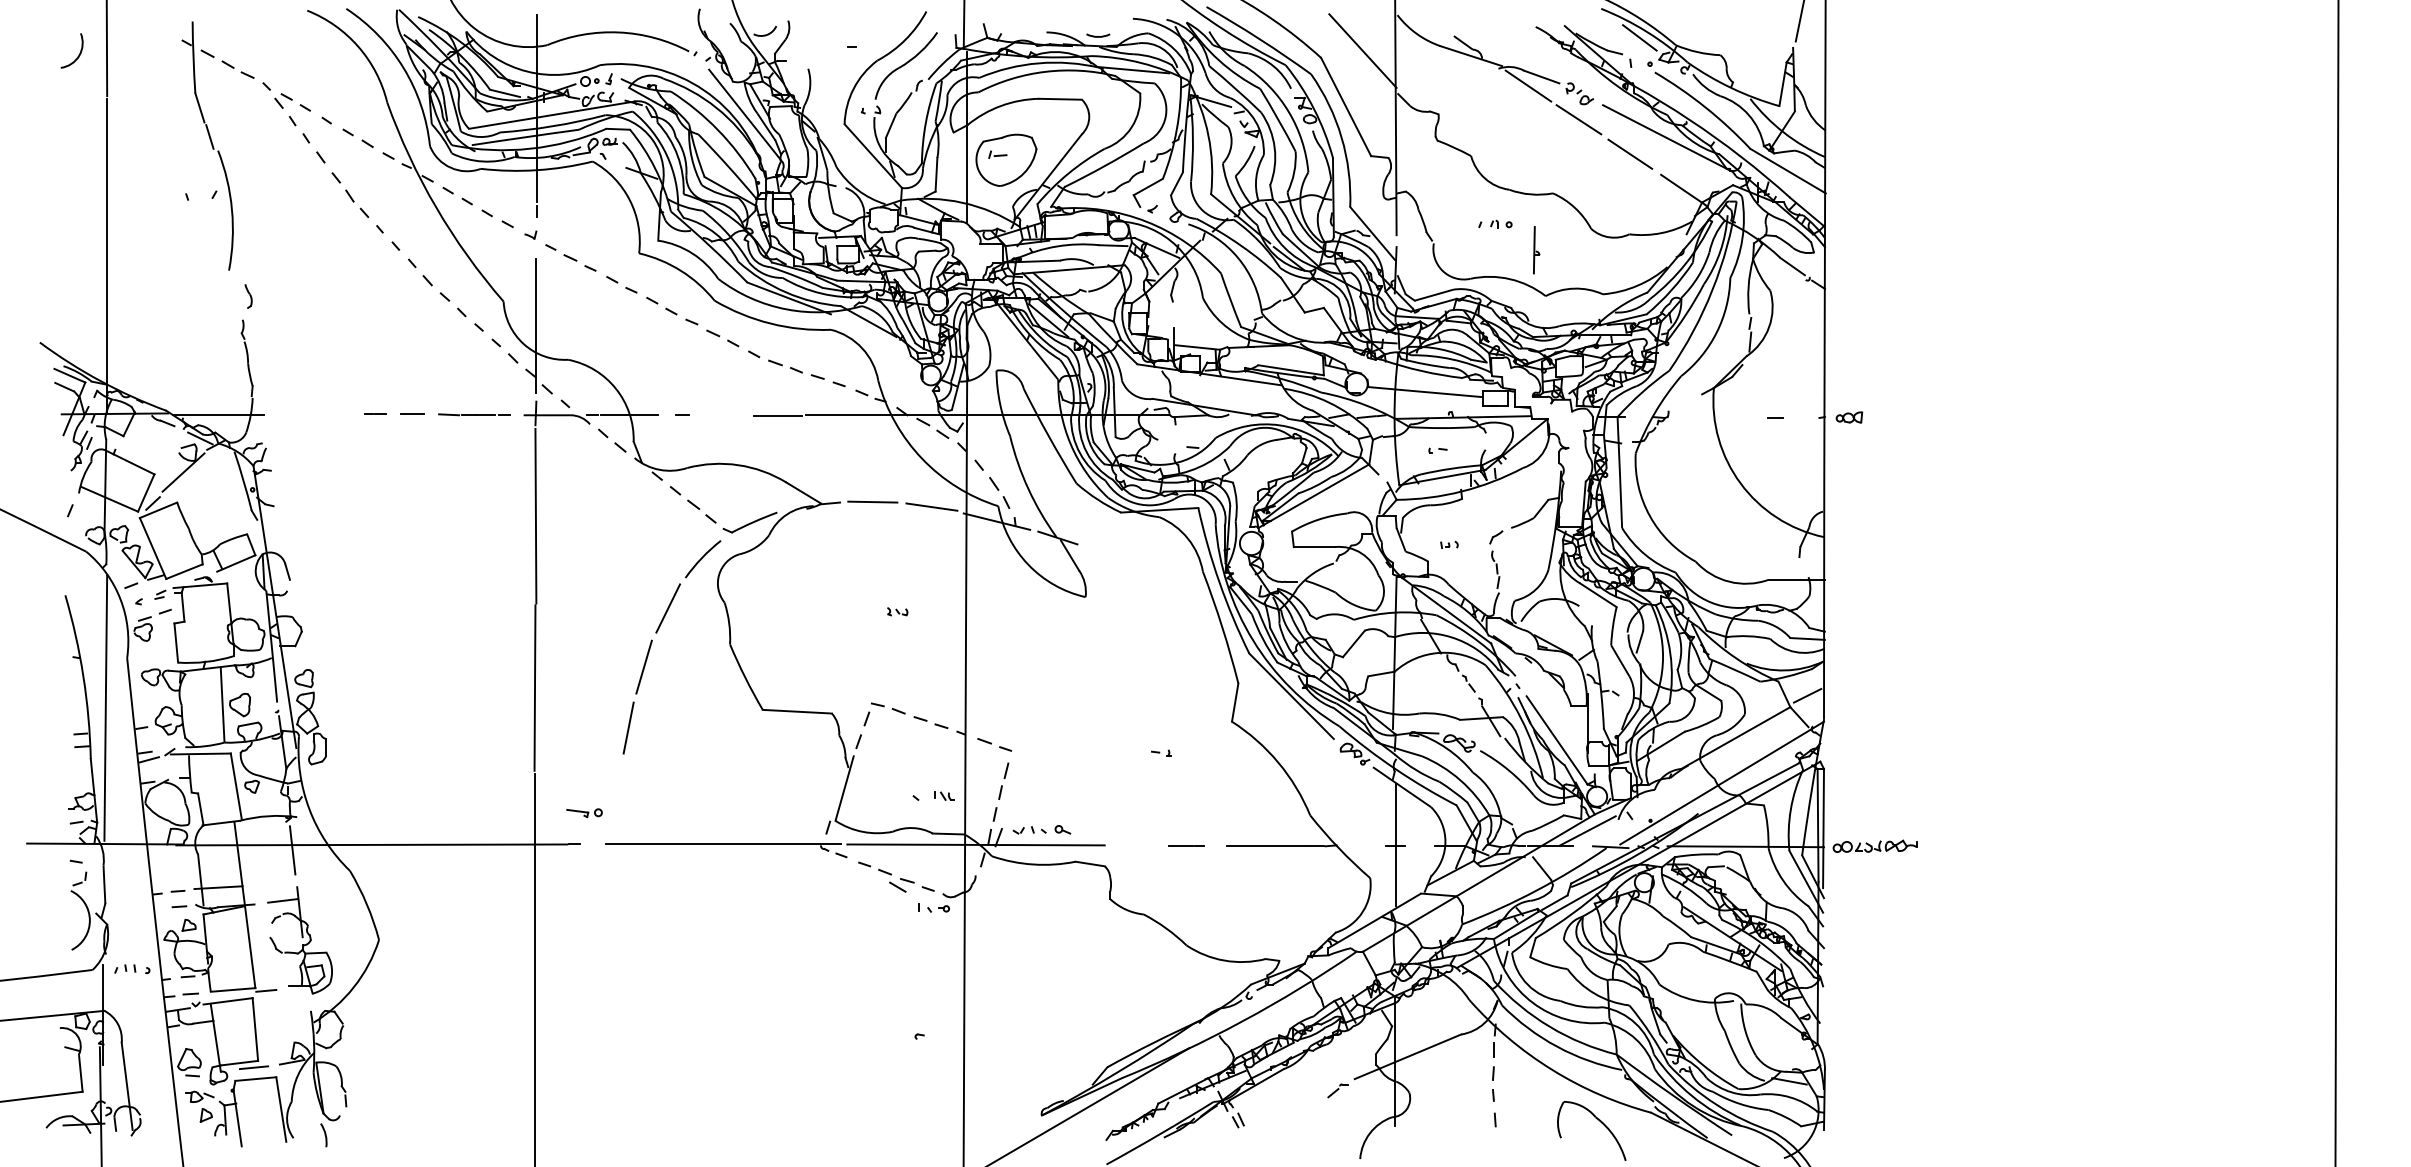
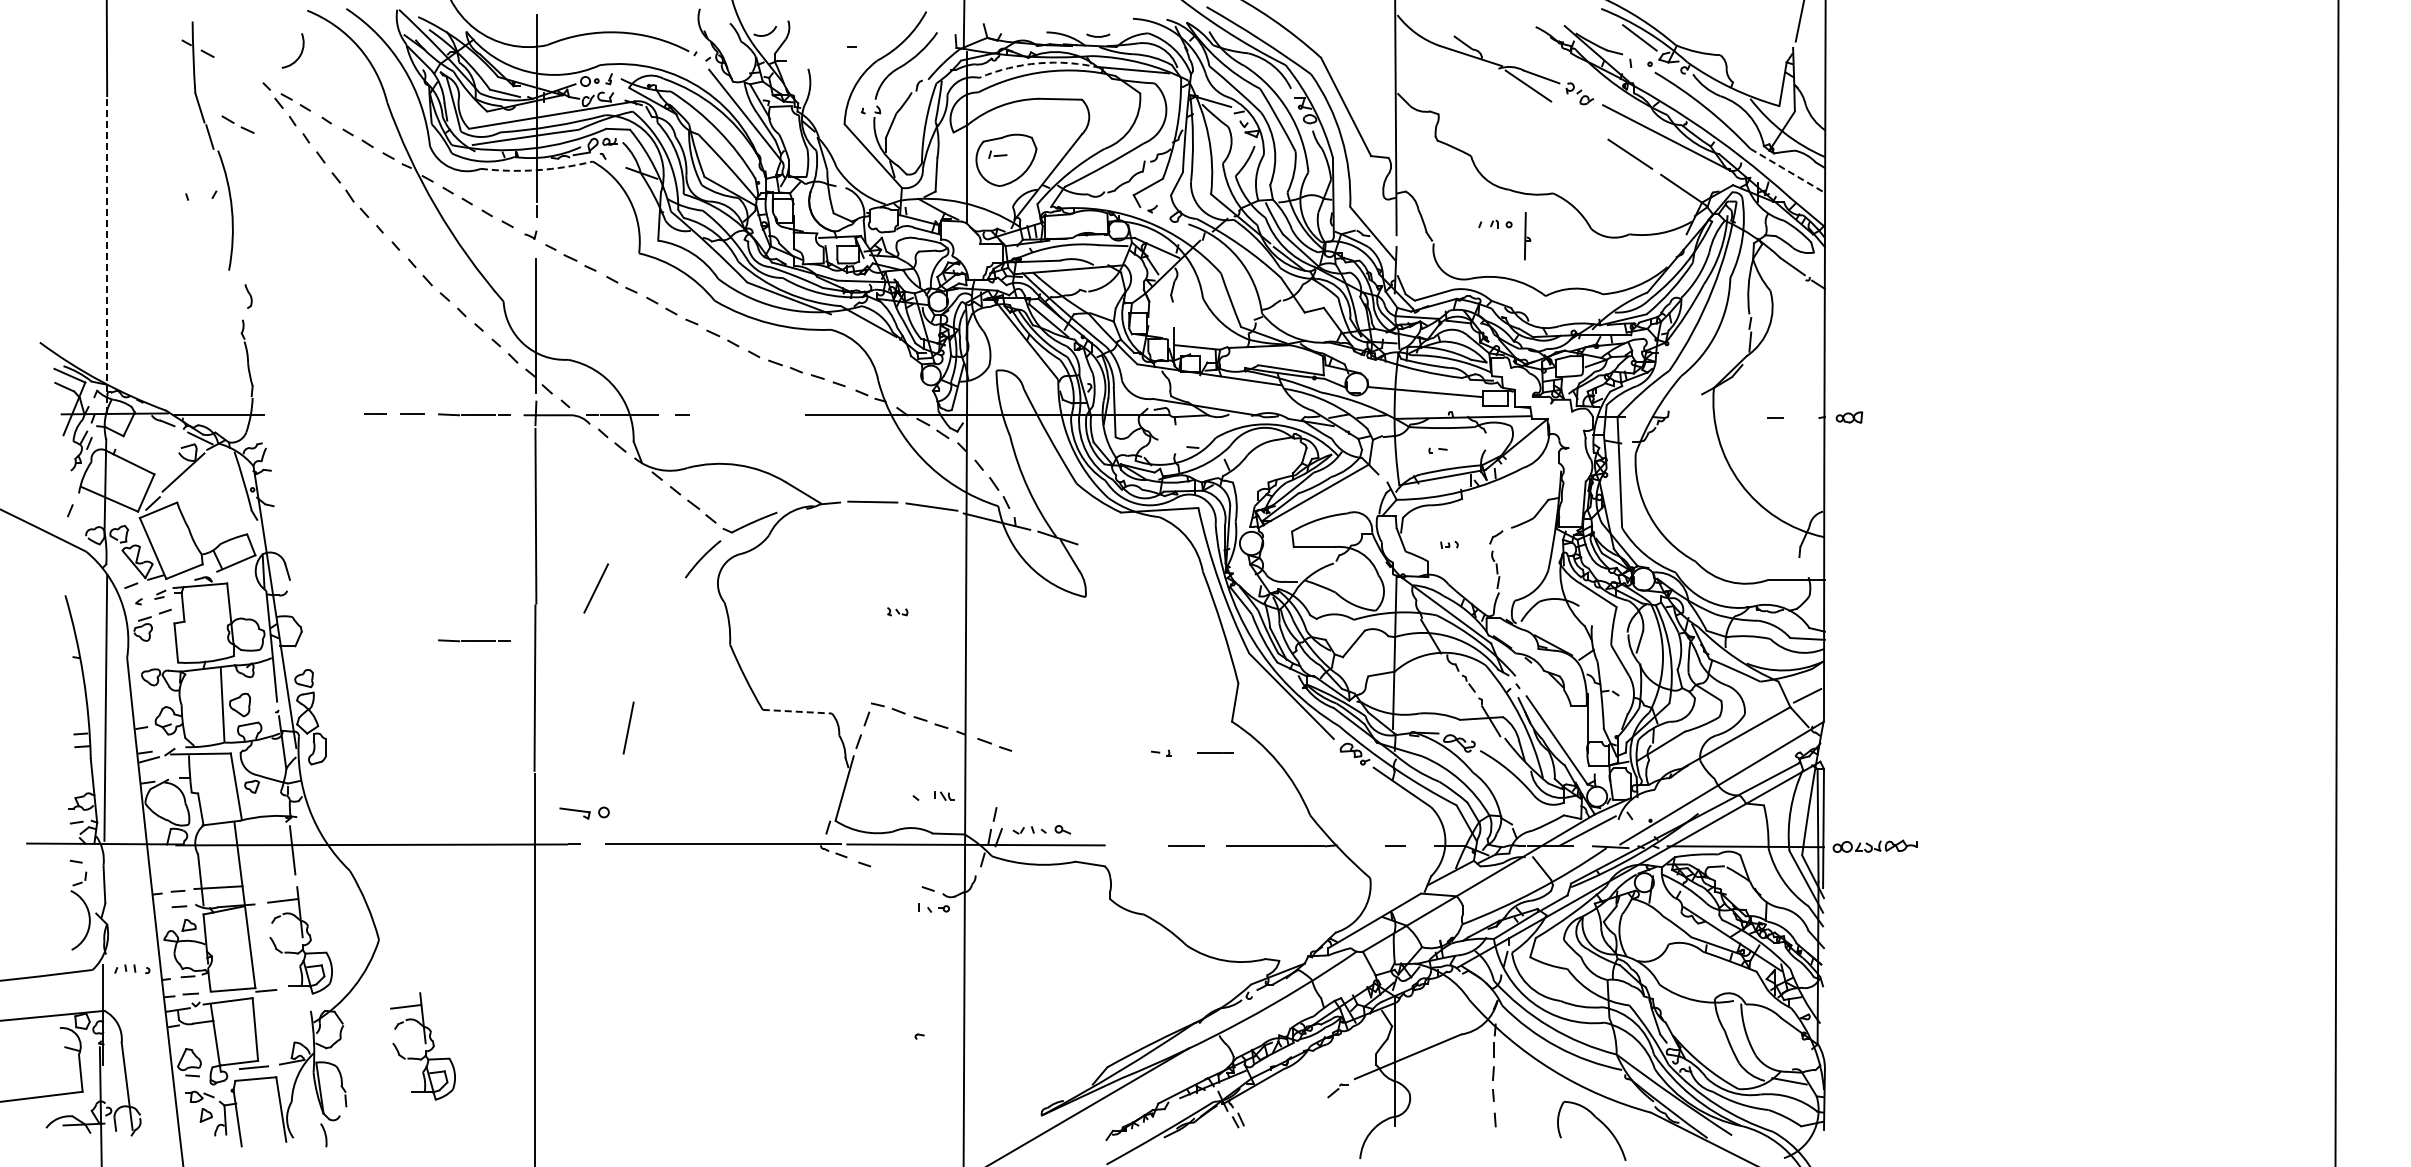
line at (1362, 50): present -> none
arc at (78, 54) position: (78, 54) -> (299, 54)
arc at (1038, 63): solid -> dashed
part at (237, 69) position: (237, 69) -> (237, 124)
line at (1578, 119): present -> none
arc at (537, 170): solid -> dashed
line at (1788, 171): solid -> dashed
part at (1536, 250) position: (1536, 250) -> (1527, 236)
line at (107, 255): solid -> dashed
line at (777, 416): present -> none
line at (667, 608) position: (667, 608) -> (595, 588)
part at (474, 640): none -> present
line at (643, 666): present -> none
line at (797, 711): solid -> dashed
line at (1215, 752): none -> present
part at (1003, 780): present -> none
part at (584, 813) size: 37x11 px -> 51x14 px
line at (1395, 844): present -> none
part at (896, 880): present -> none
part at (422, 1046): none -> present
